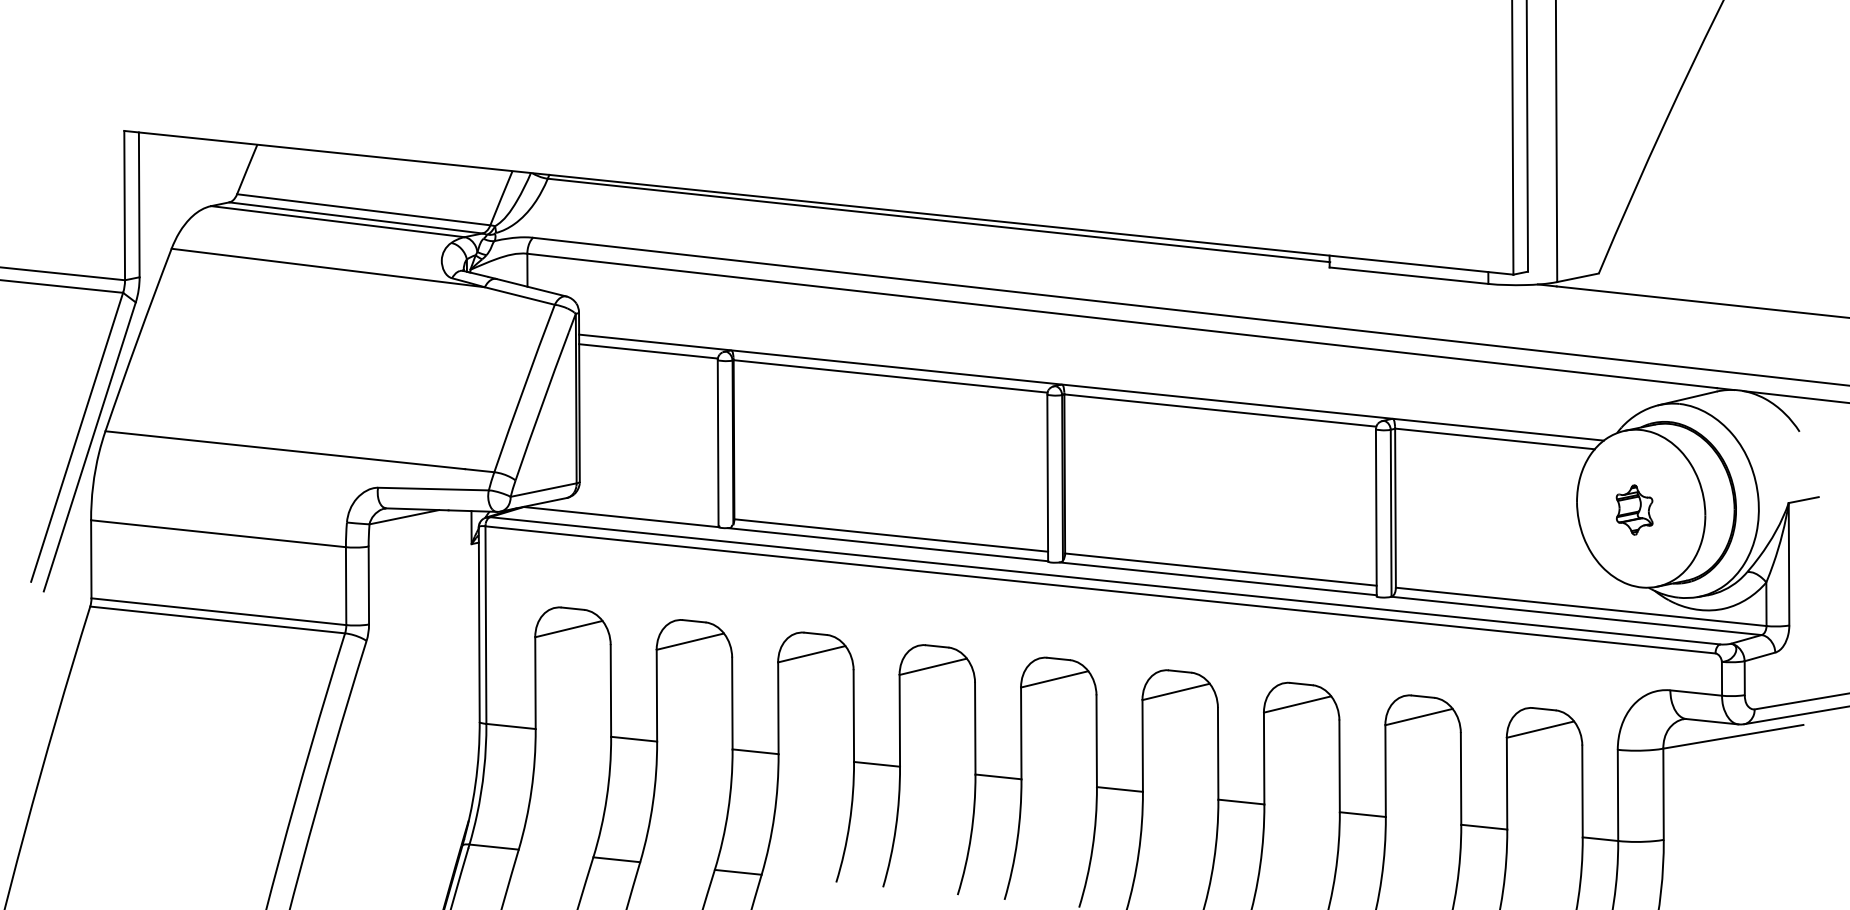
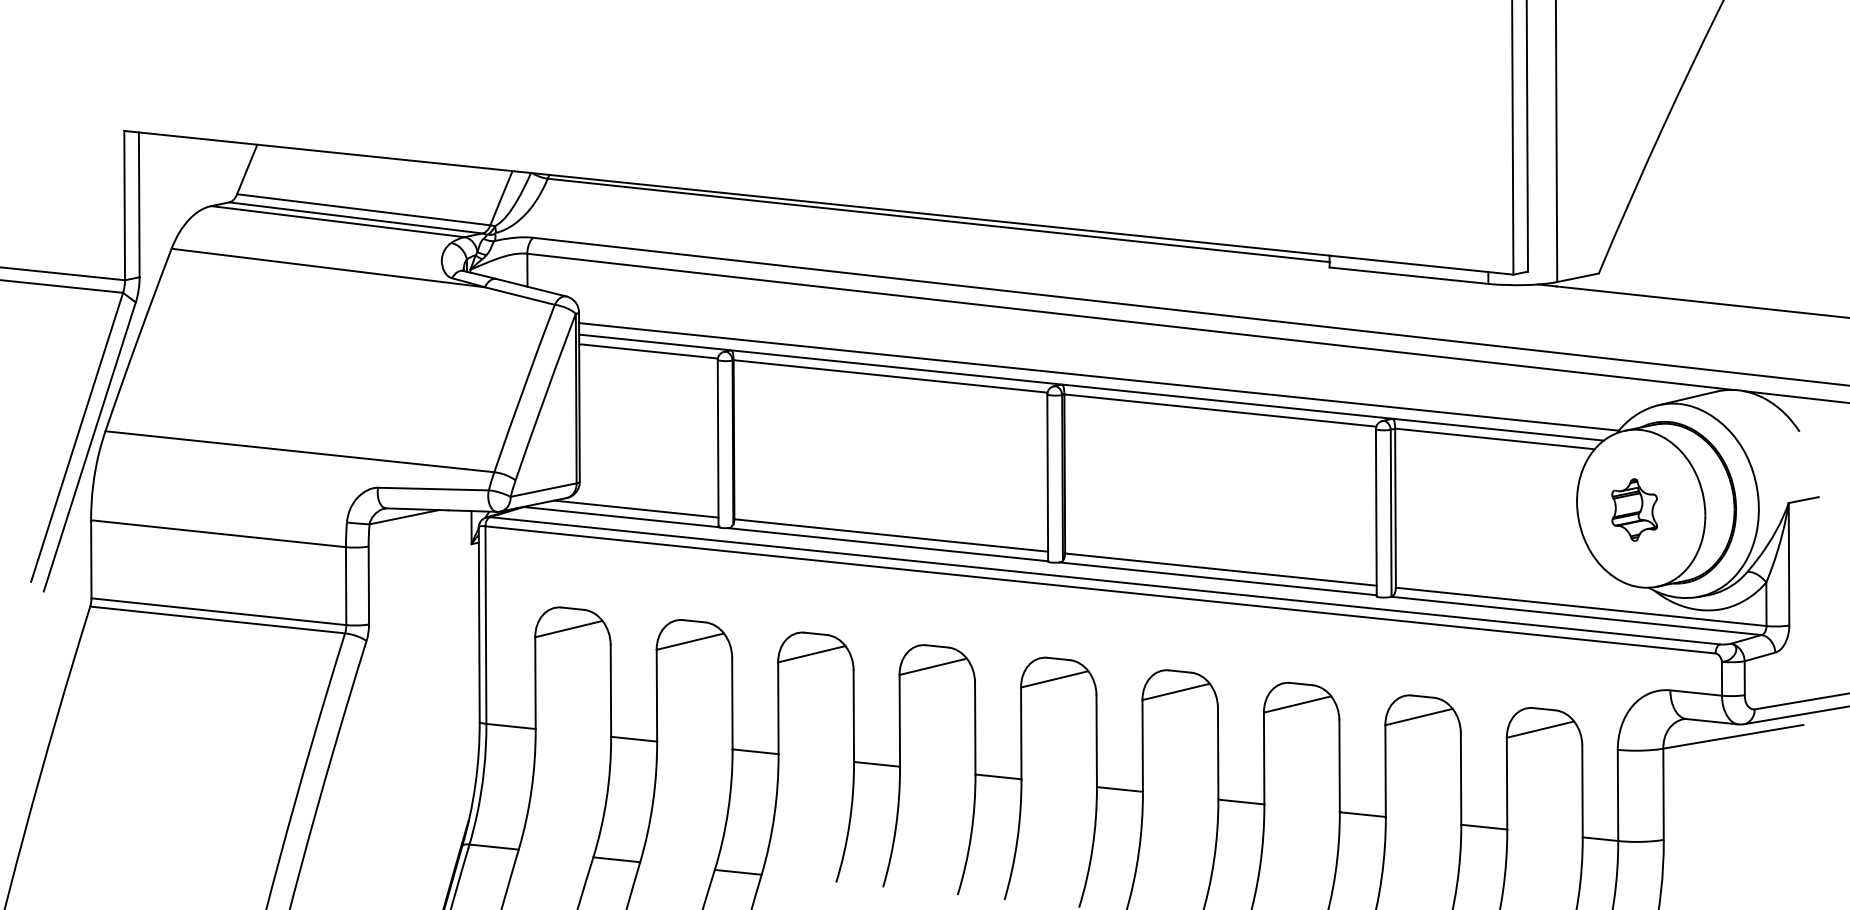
line at (1098, 376): none -> present
line at (636, 508): none -> present
part at (1634, 509) size: 39x52 px -> 47x64 px
